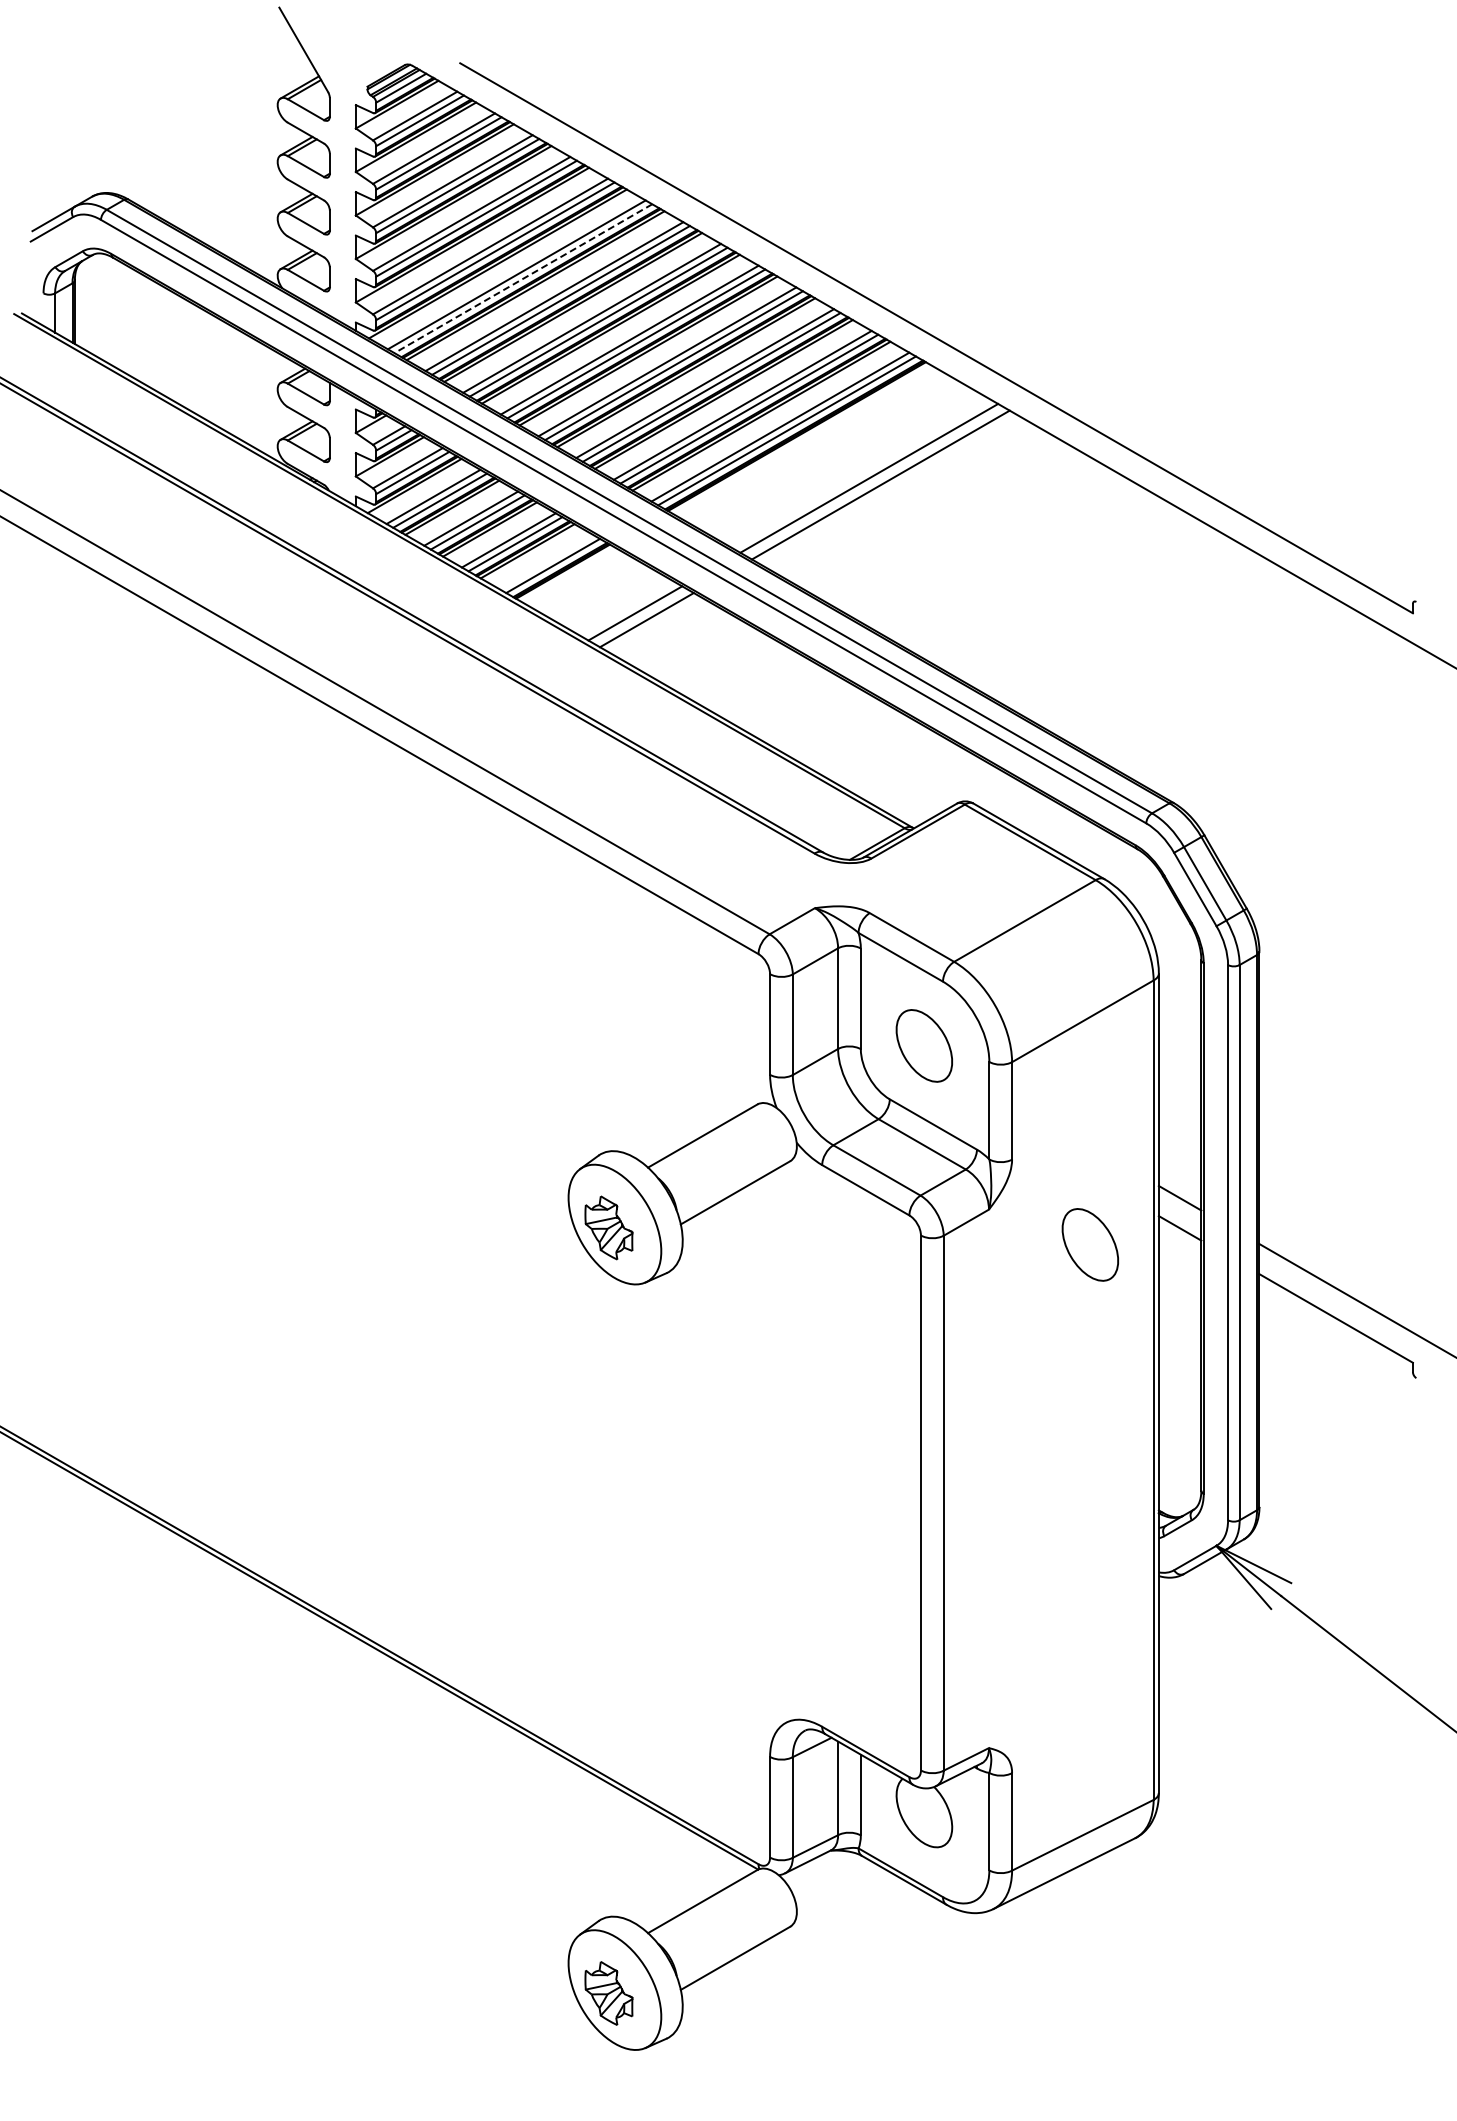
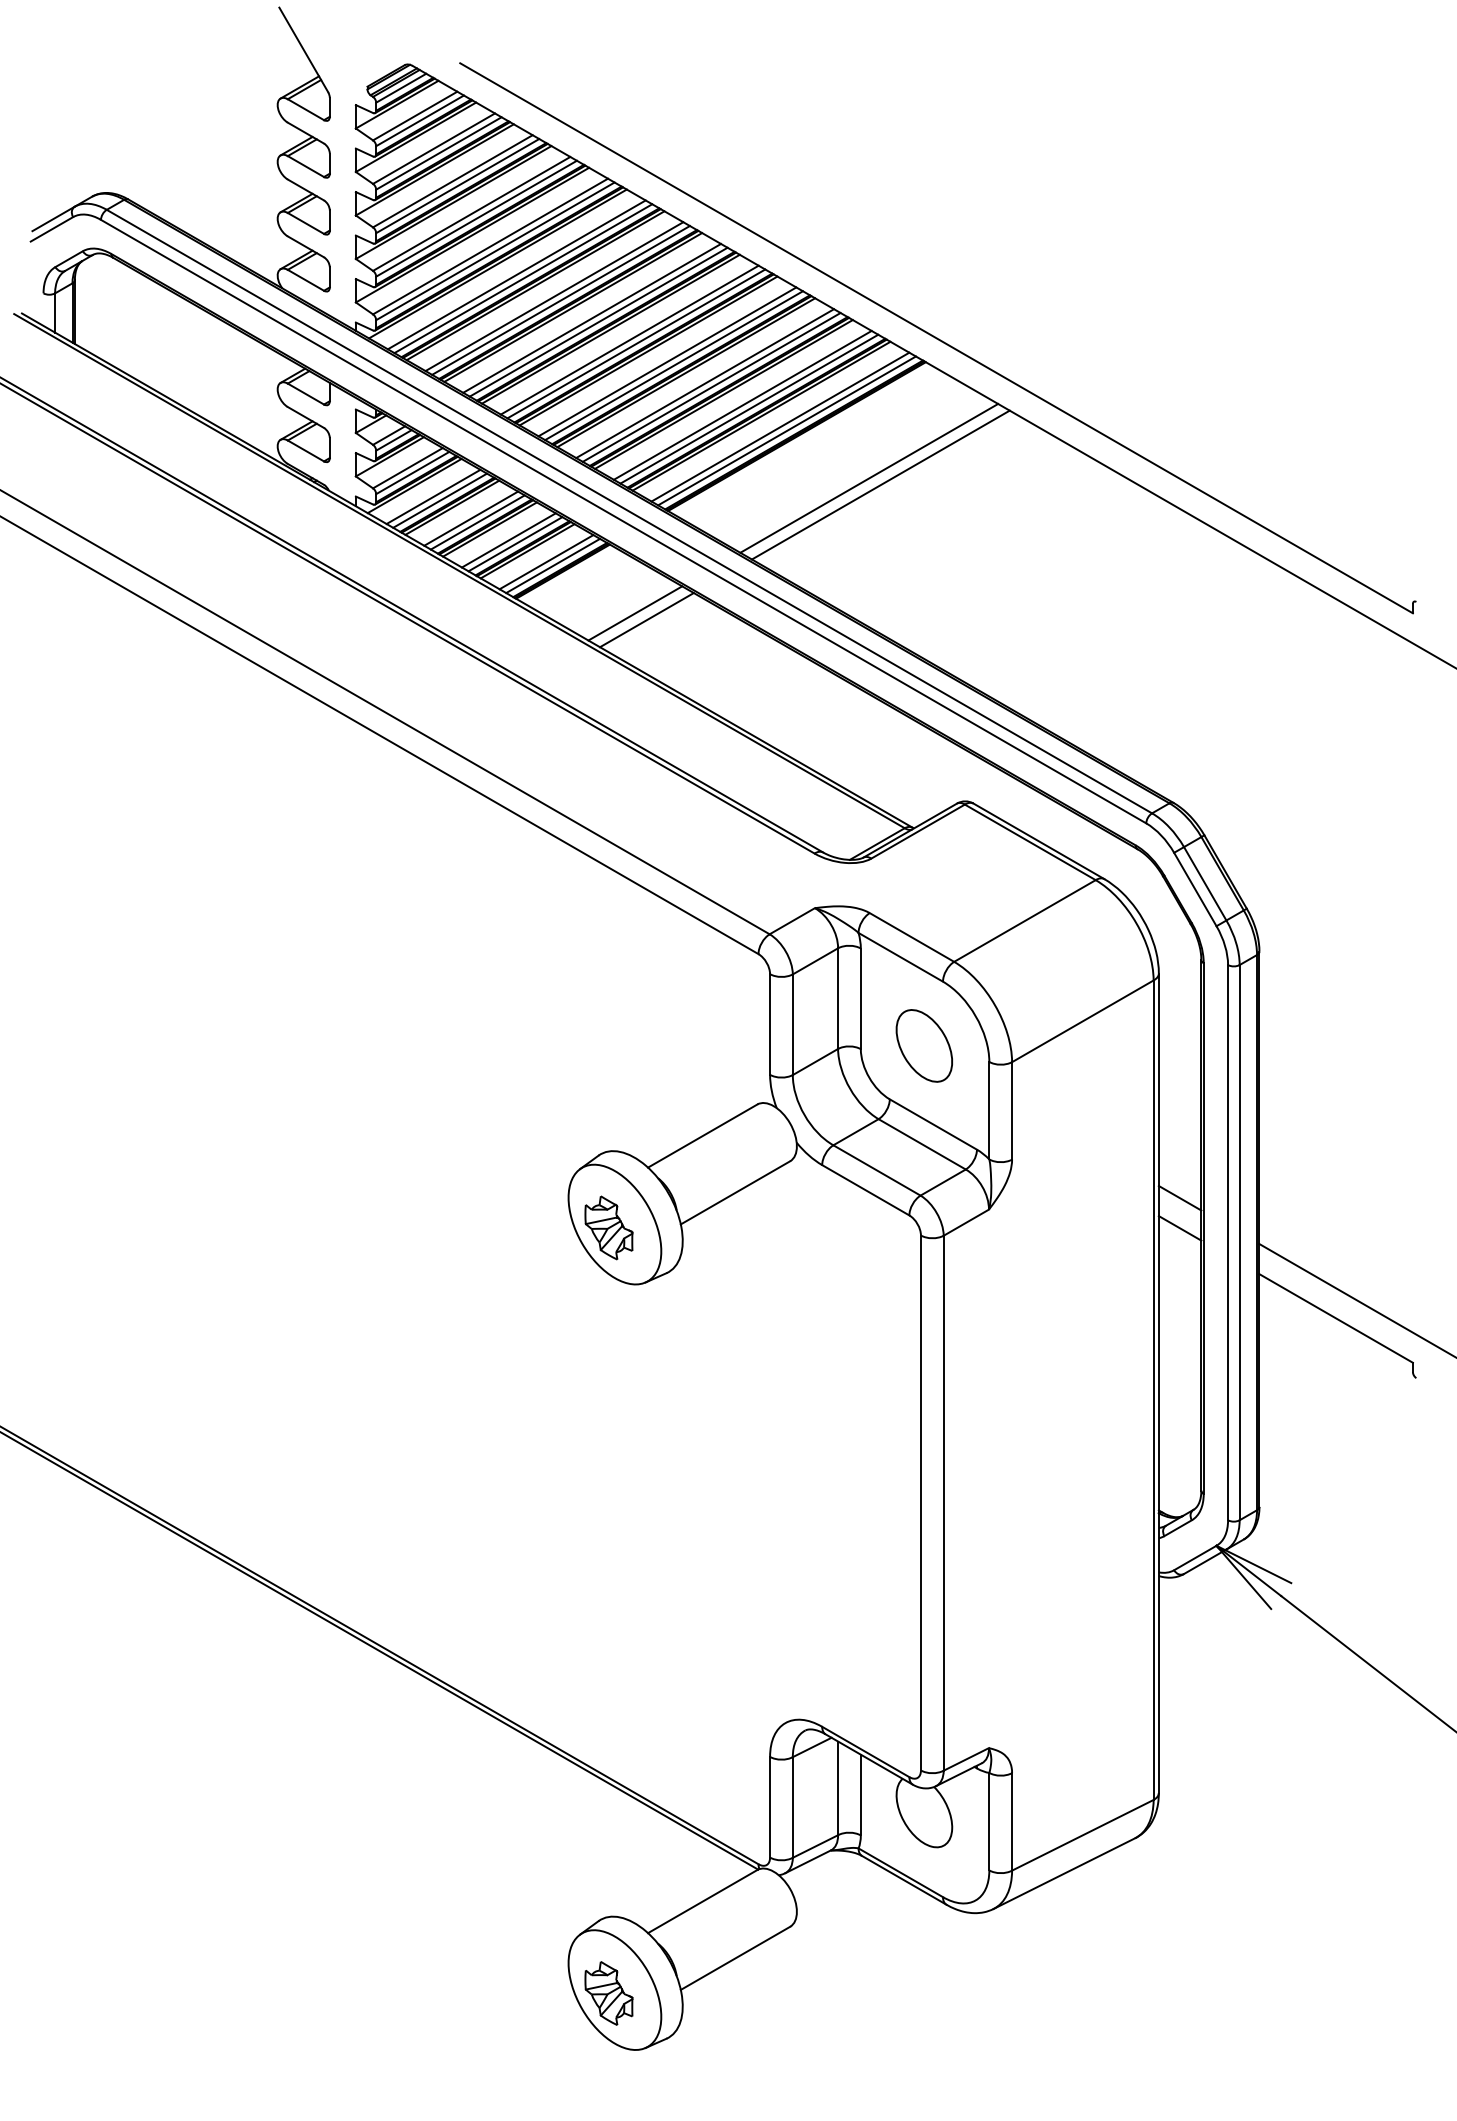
line at (523, 278): dashed -> solid
line at (546, 562): none -> present
part at (1089, 1244): present -> none
